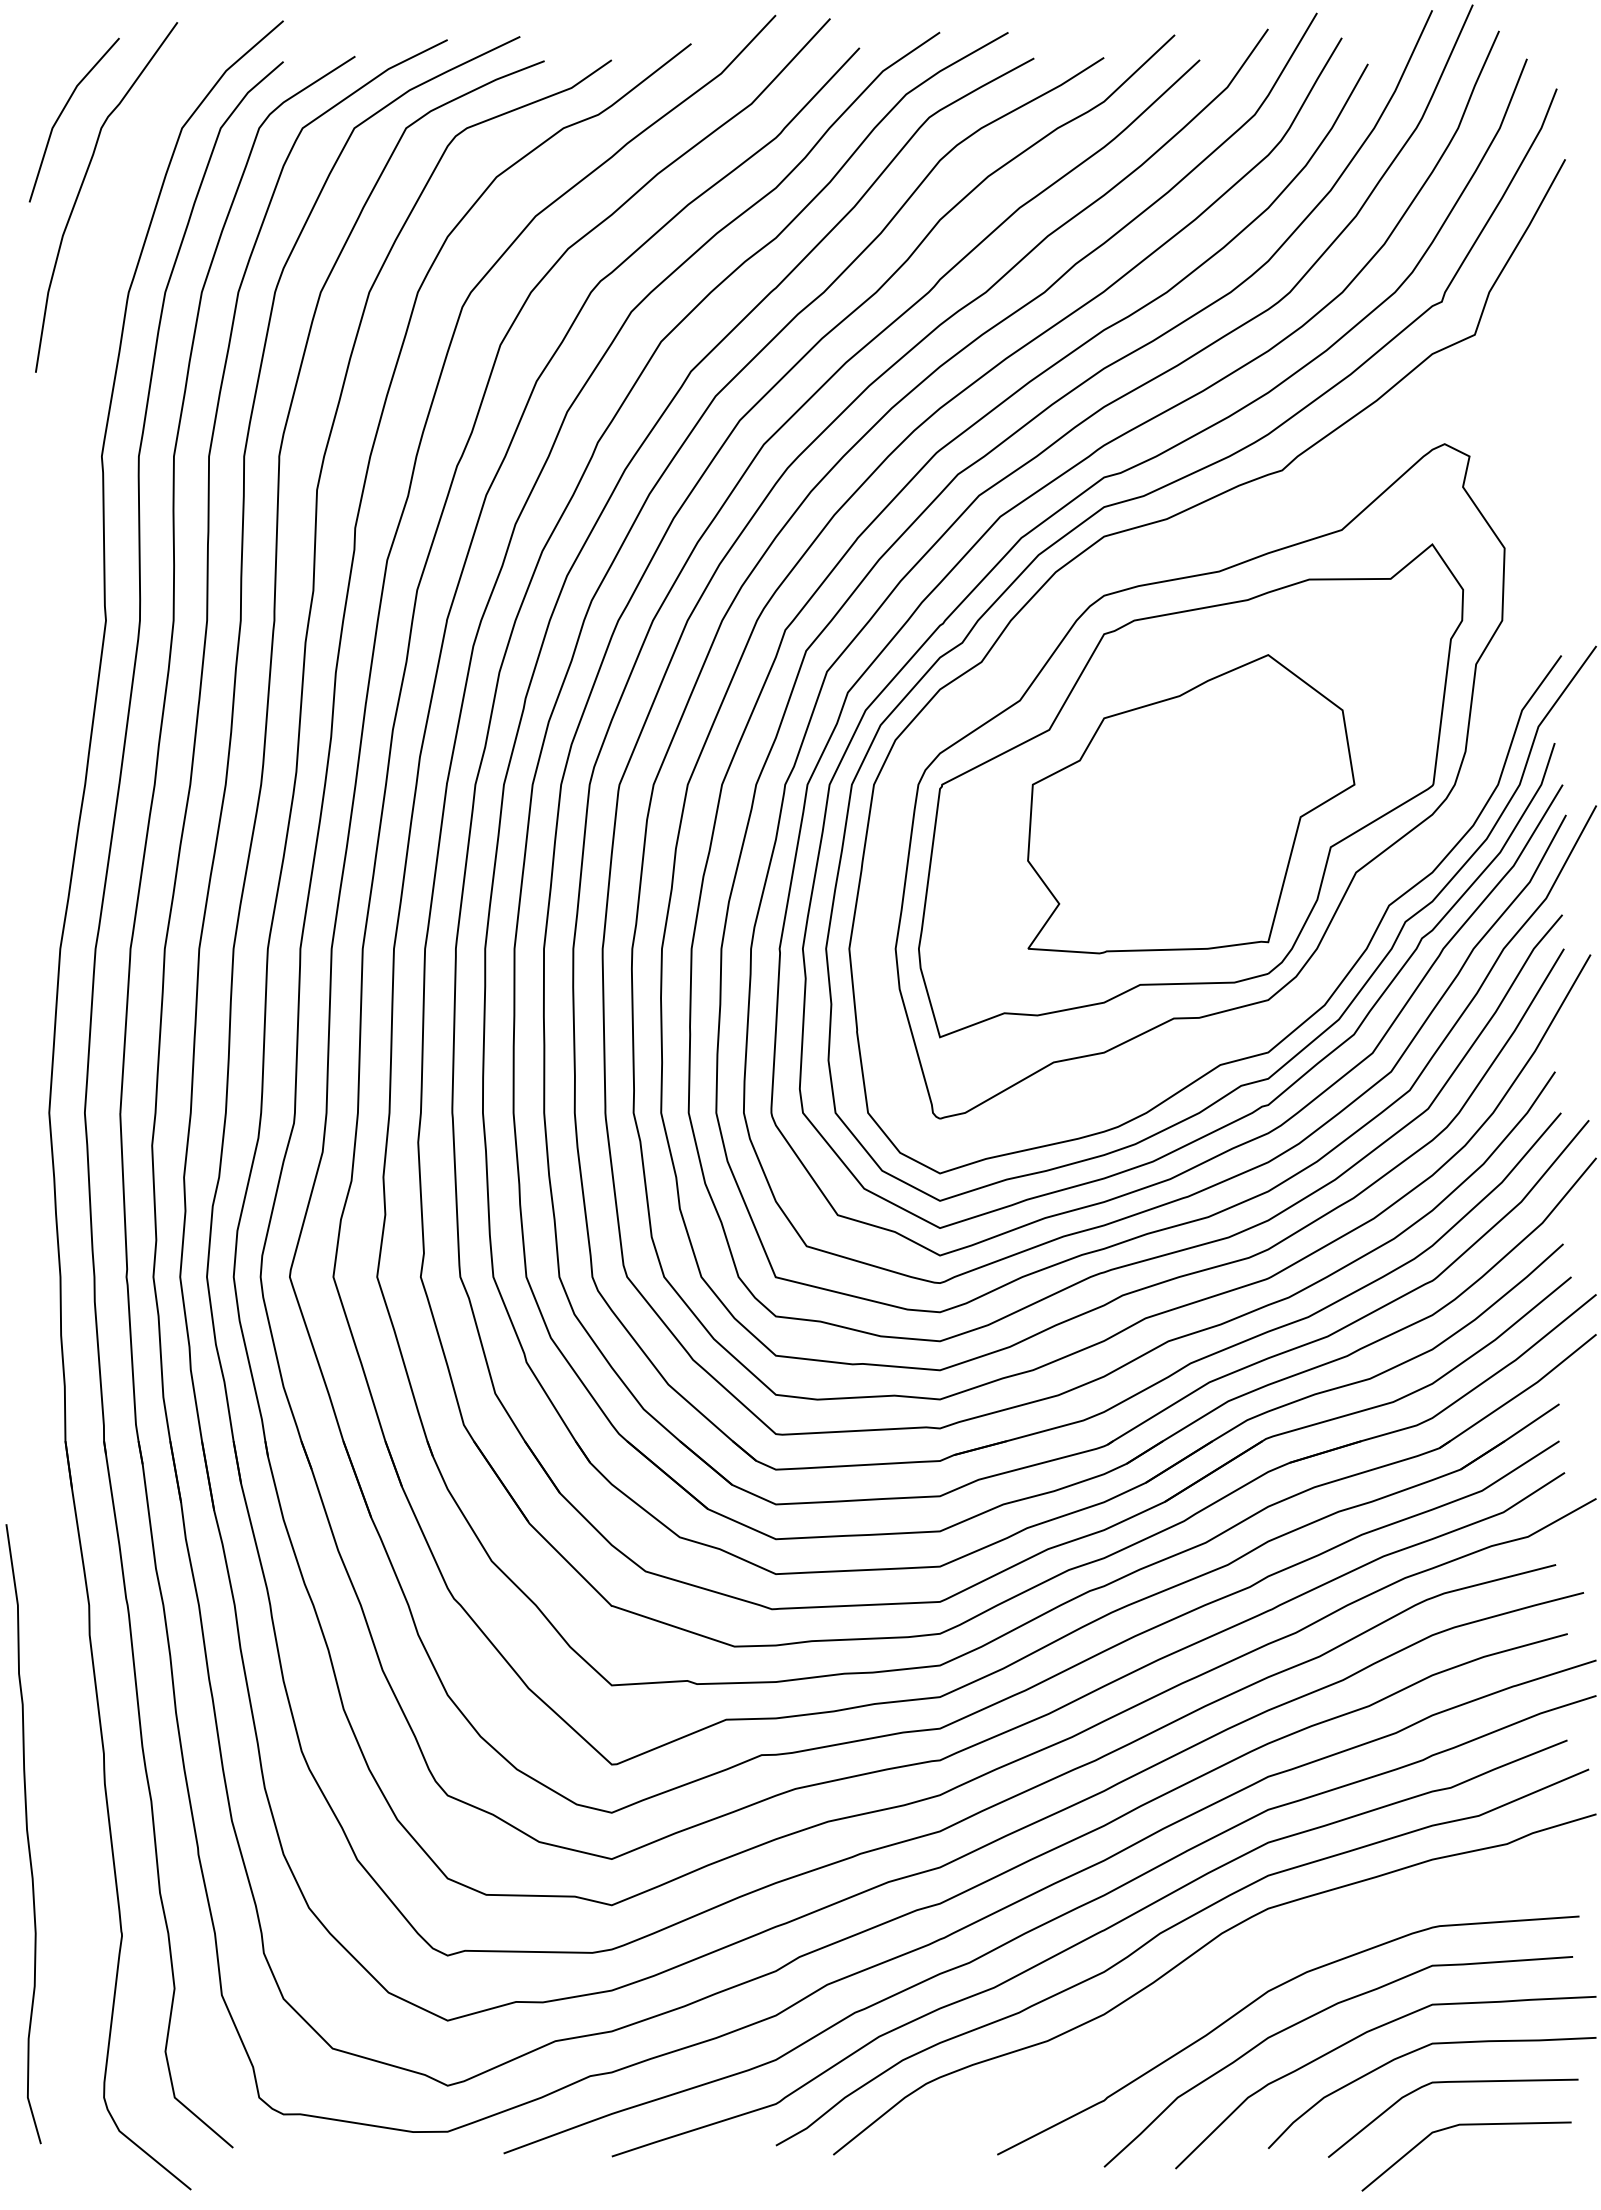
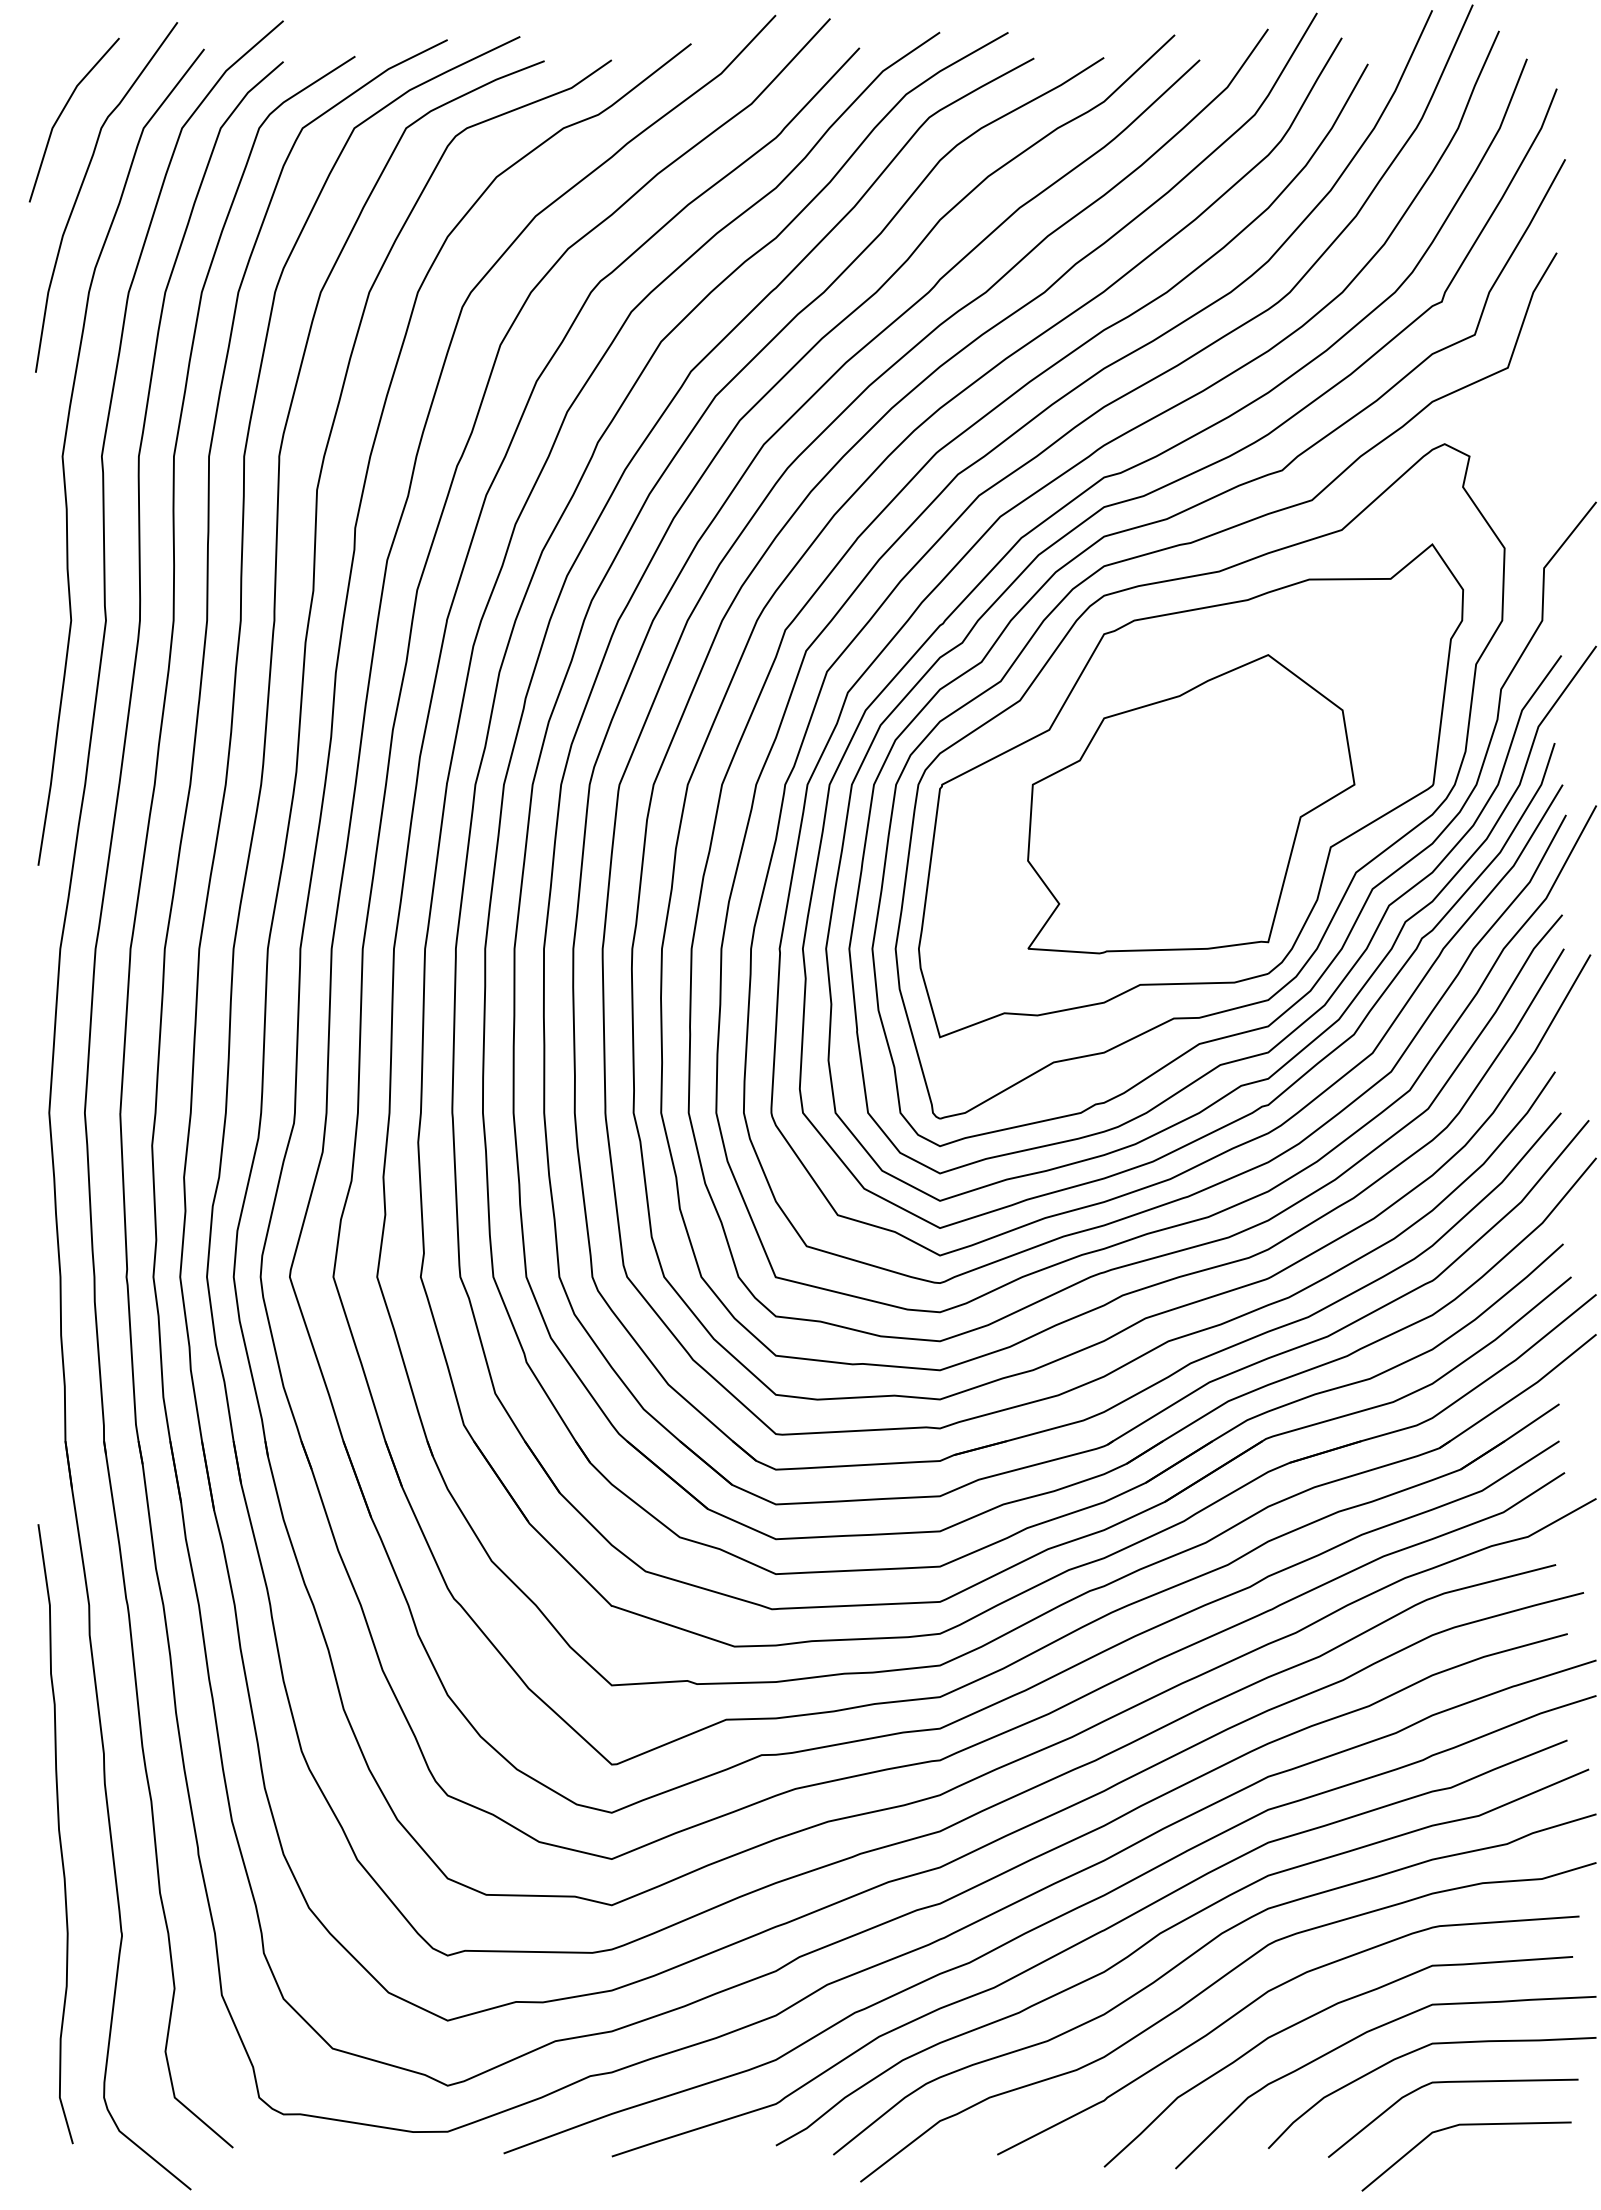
curve at (65, 445): none -> present
curve at (1189, 544): none -> present
curve at (26, 1834) position: (26, 1834) -> (58, 1834)
curve at (1203, 1992): none -> present
